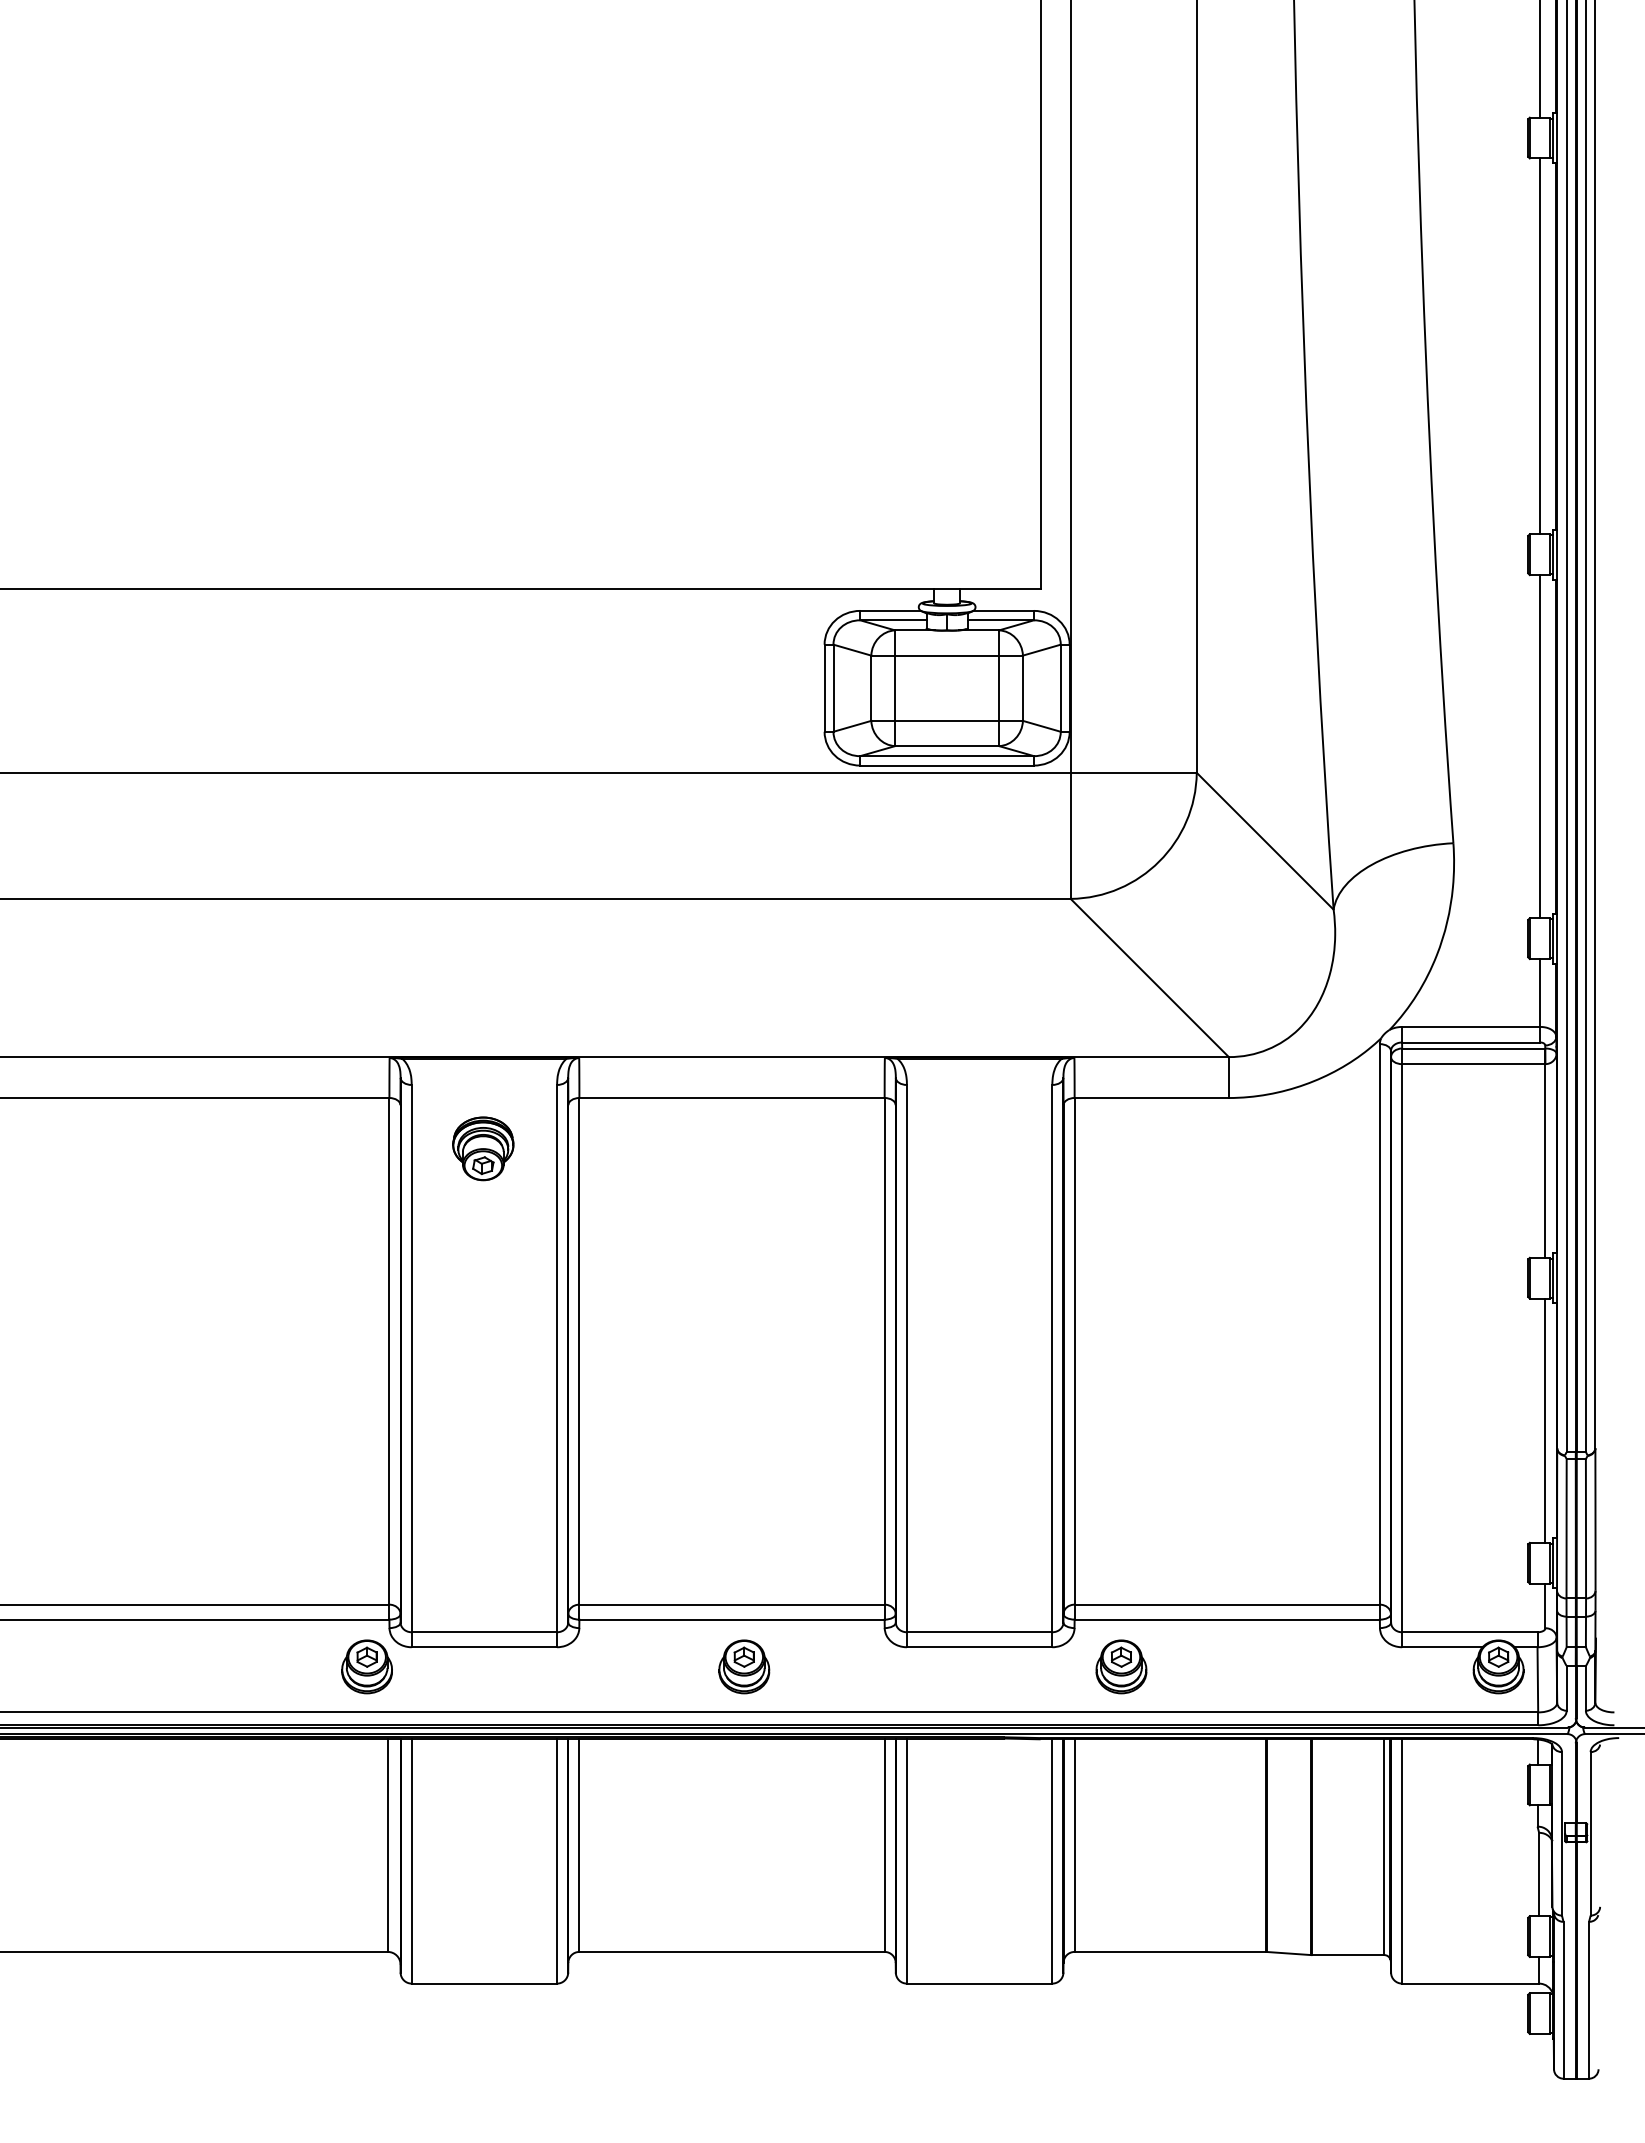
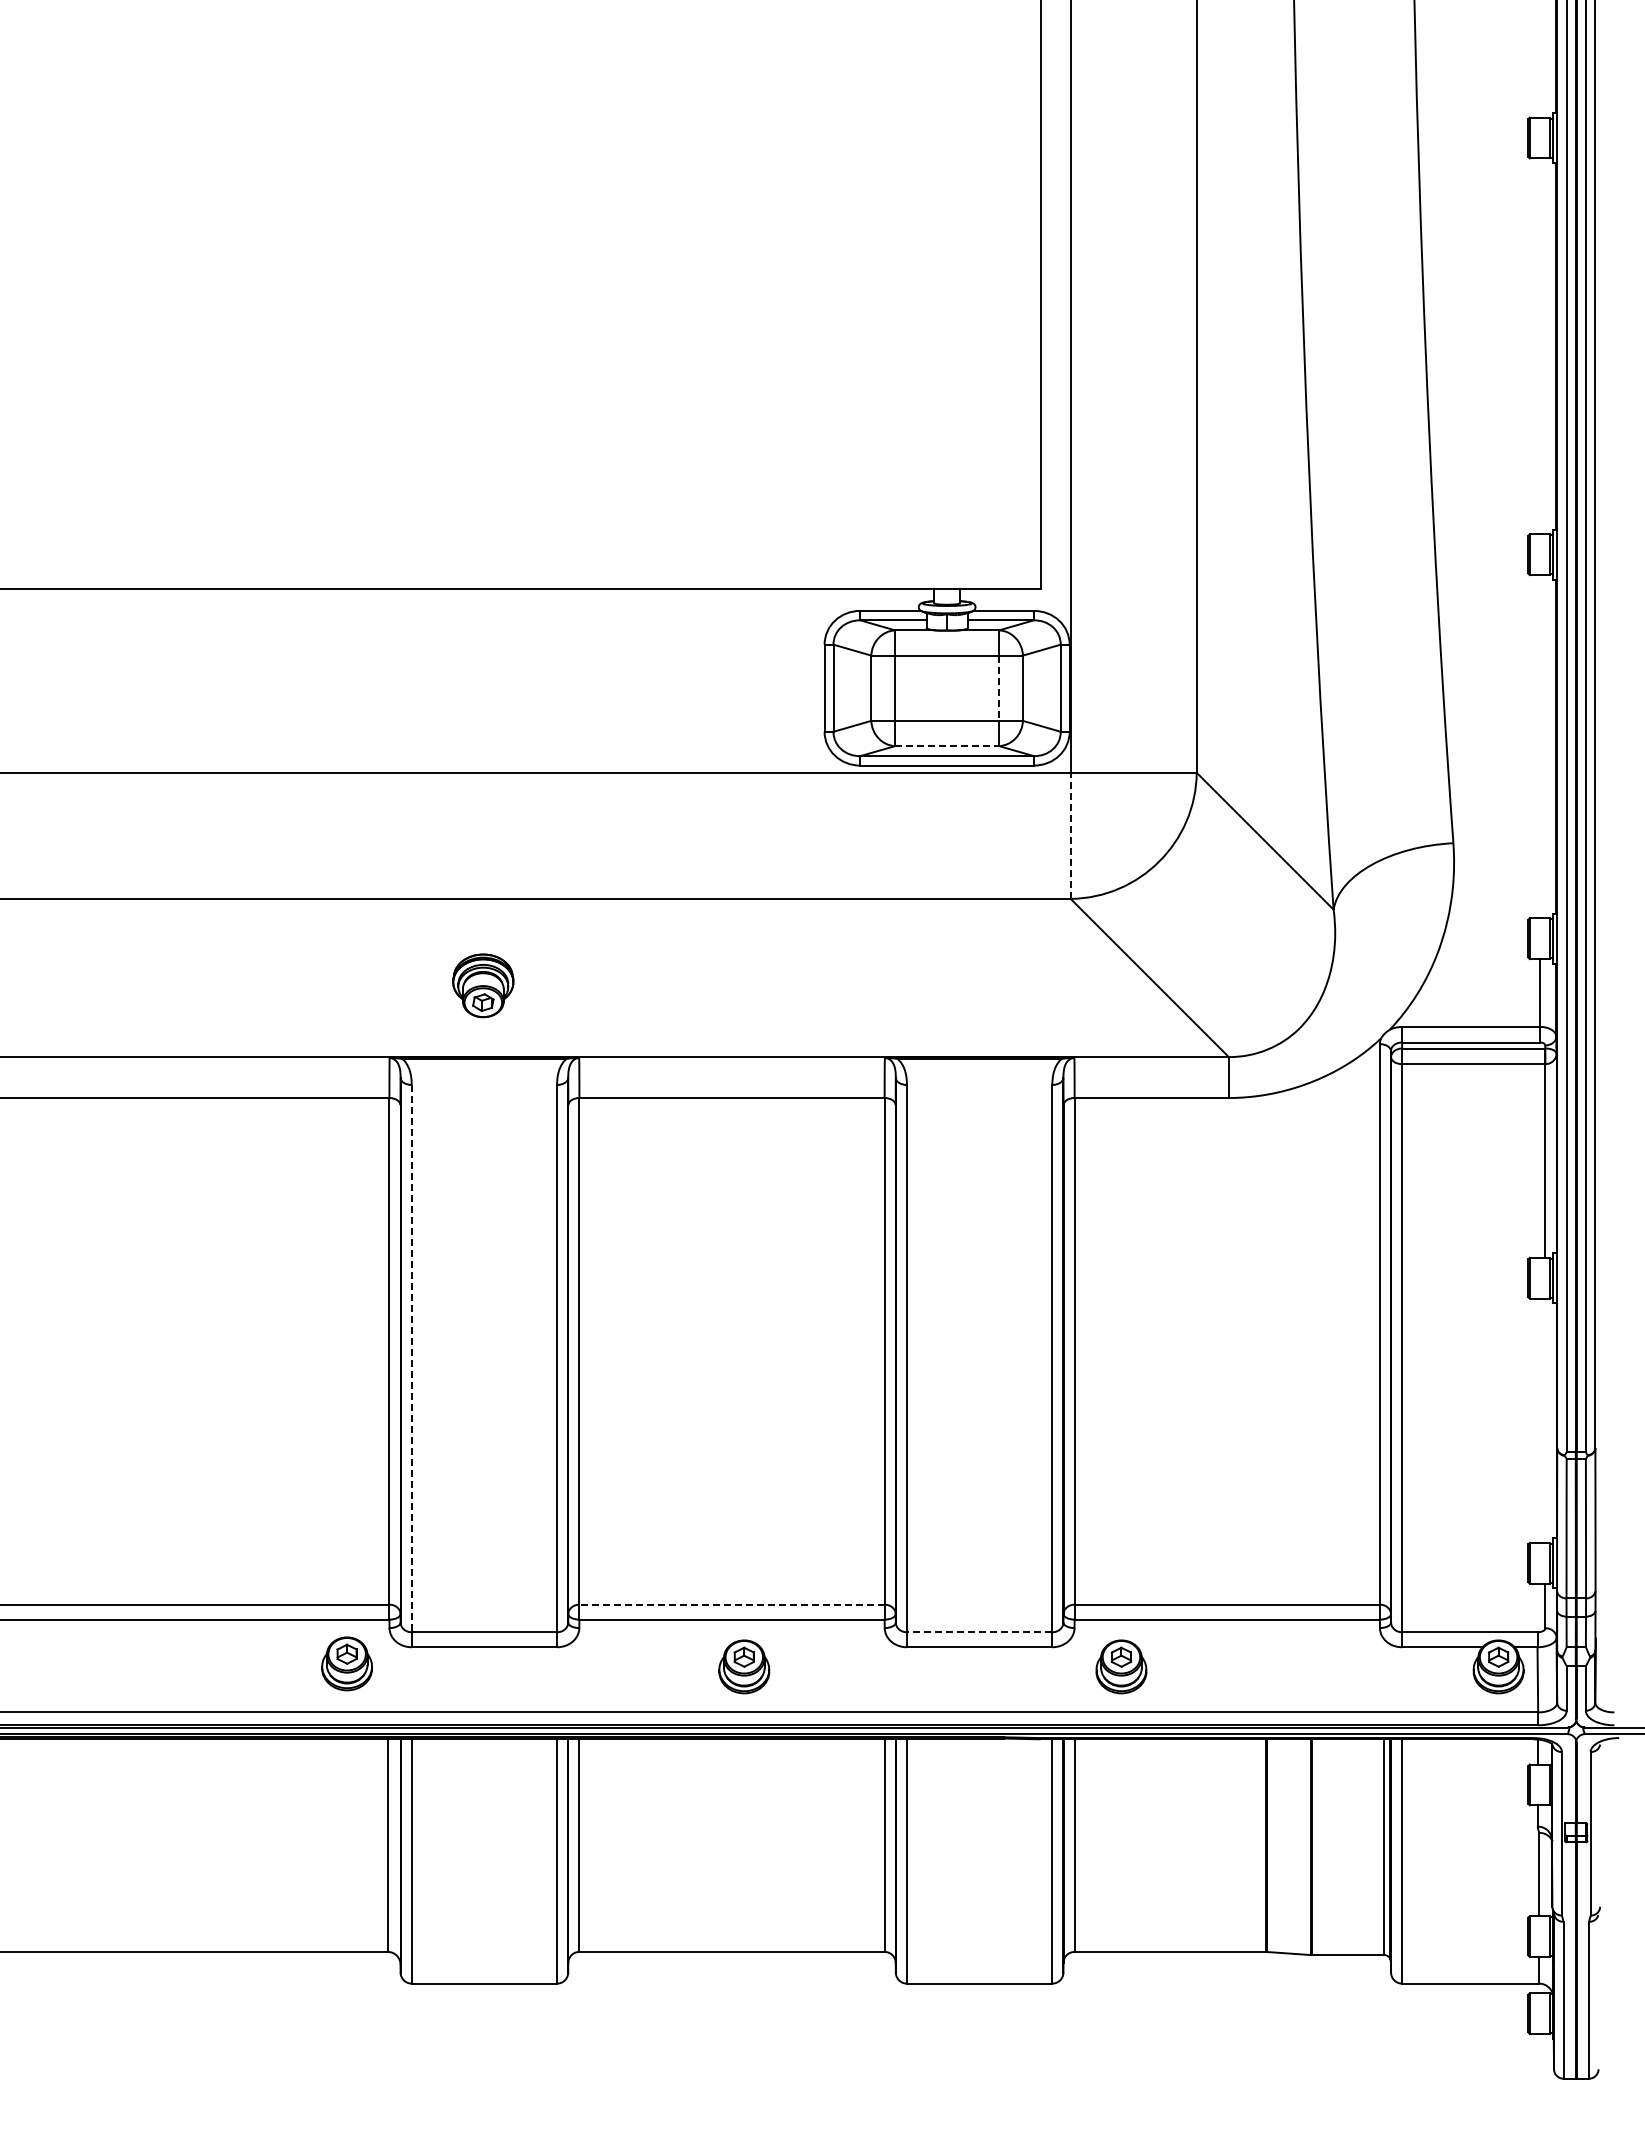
line at (1540, 59): present -> none
line at (1540, 346): present -> none
line at (999, 688): solid -> dashed
line at (947, 746): solid -> dashed
line at (1540, 746): present -> none
line at (1070, 835): solid -> dashed
part at (483, 1148) position: (483, 1148) -> (483, 985)
line at (411, 1358): solid -> dashed
line at (1545, 1420): present -> none
line at (732, 1604): solid -> dashed
line at (979, 1632): solid -> dashed
part at (366, 1666) position: (366, 1666) -> (346, 1663)
